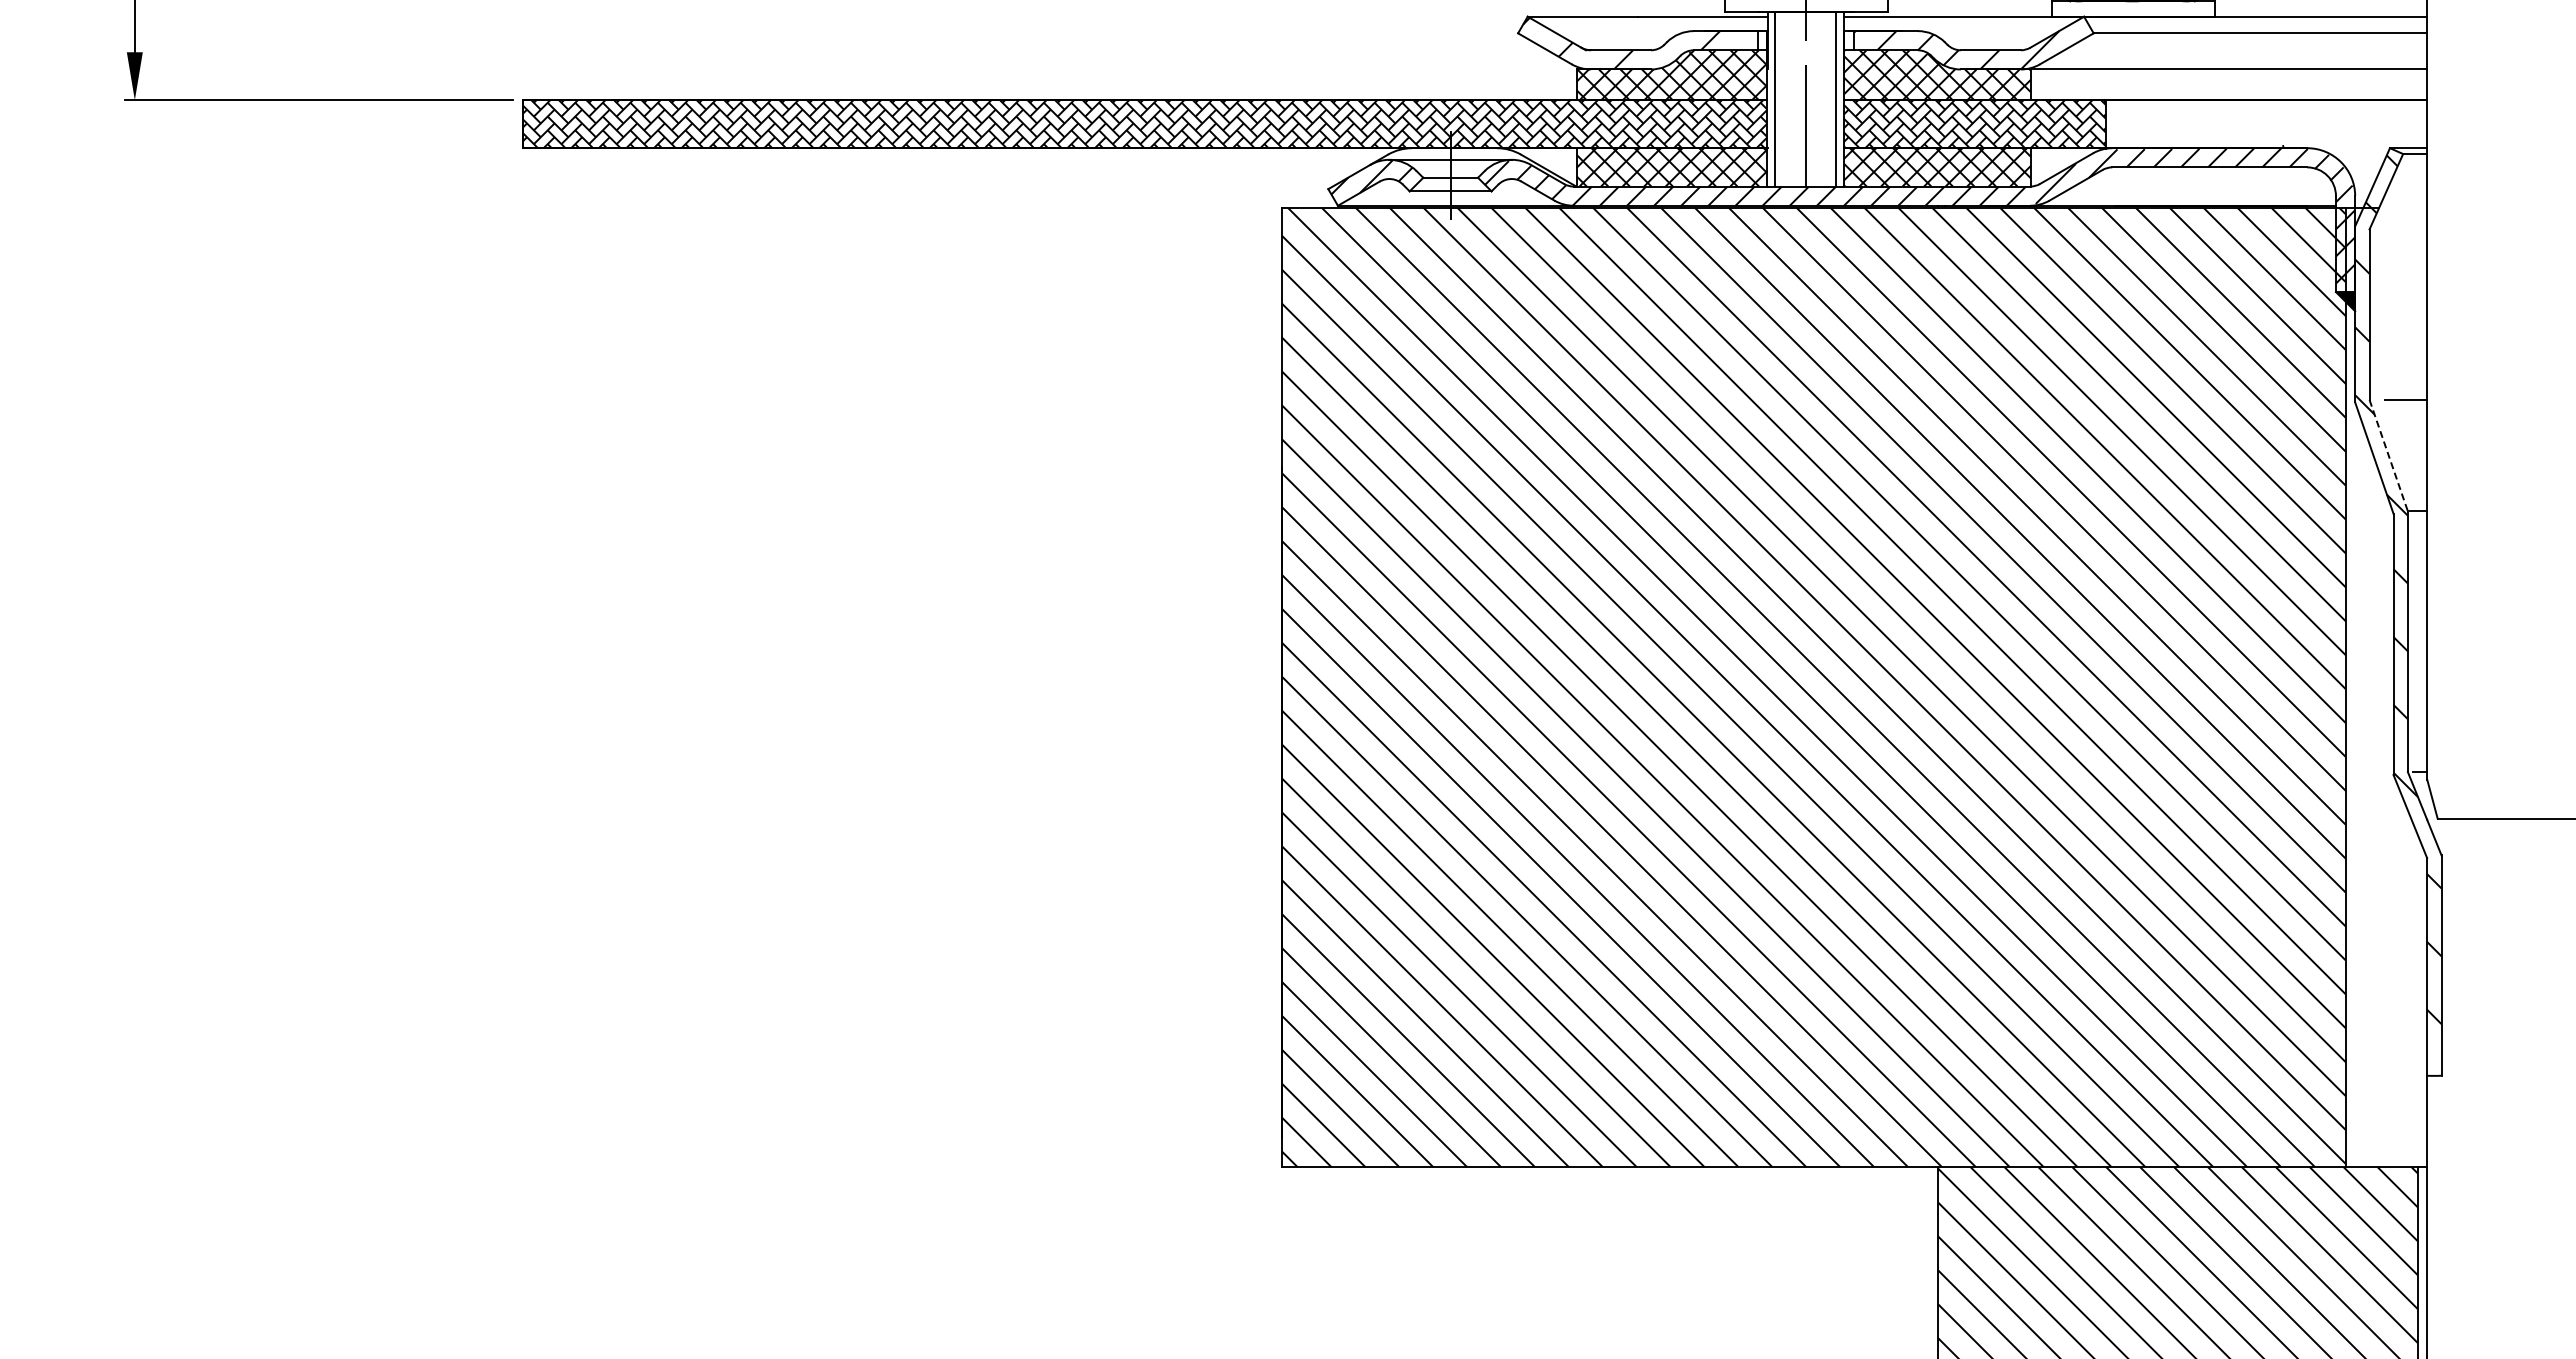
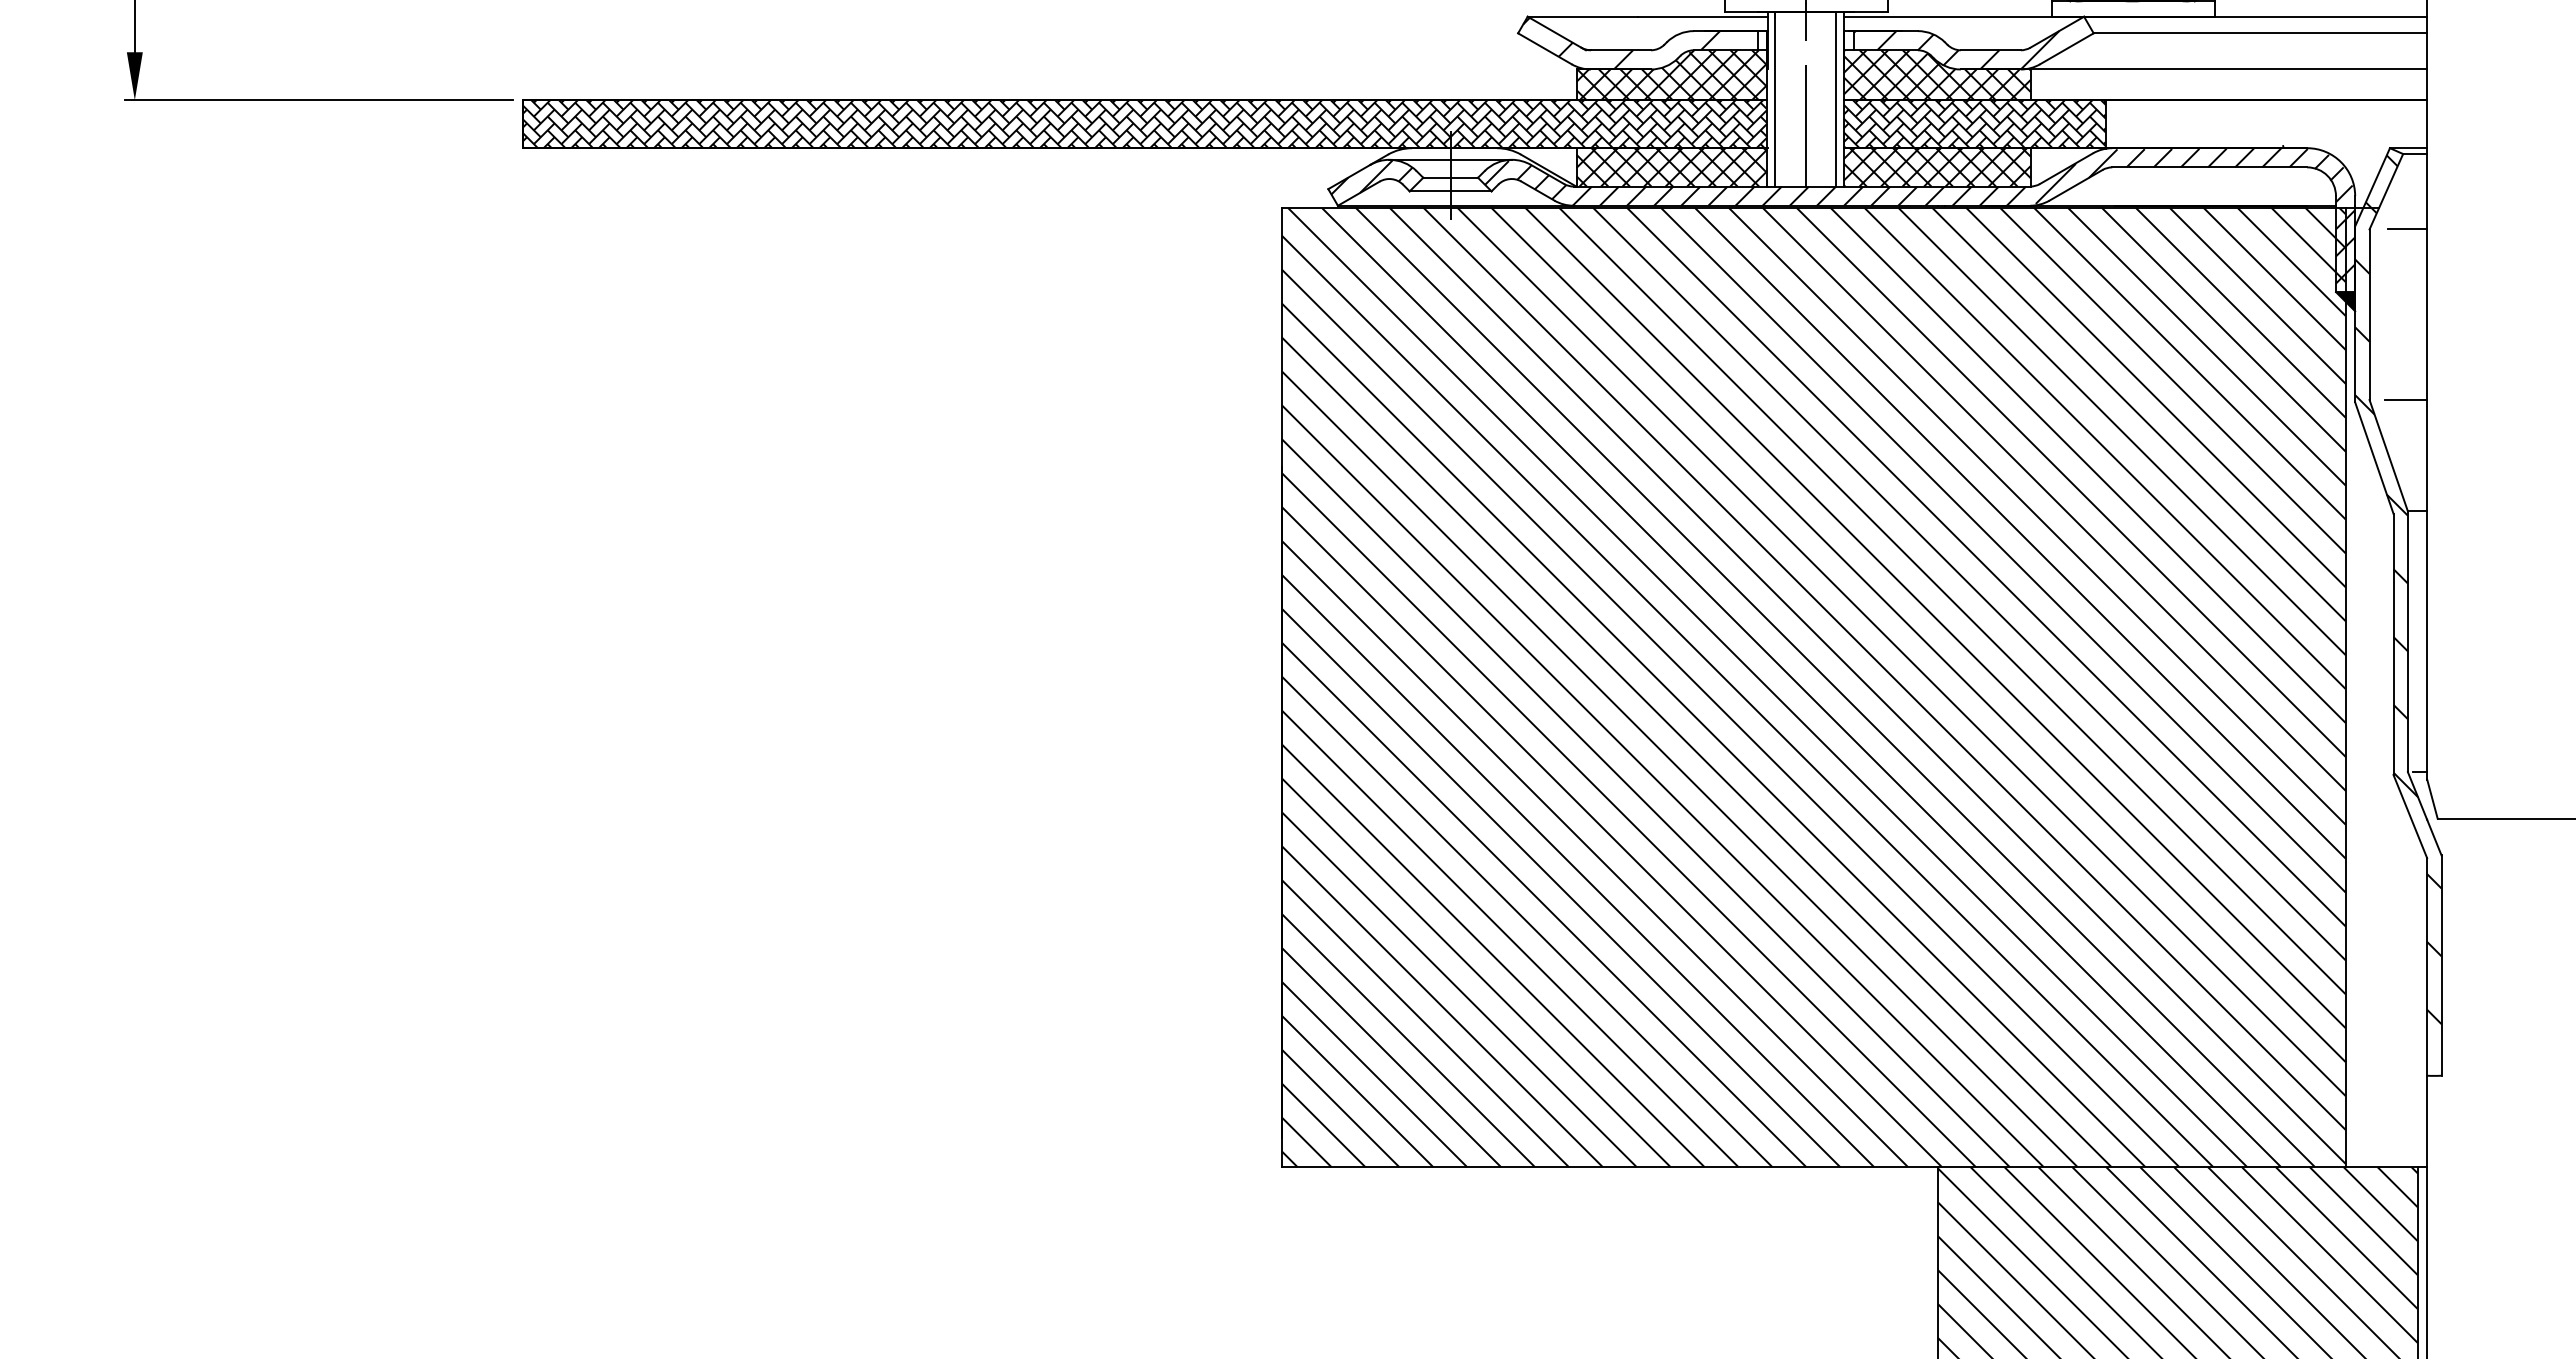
line at (2407, 229): none -> present
line at (2388, 455): dashed -> solid
